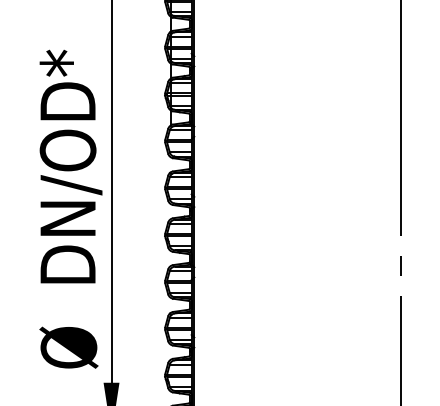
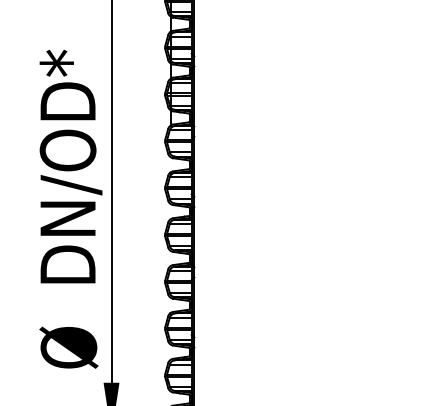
line at (400, 202): present -> none
